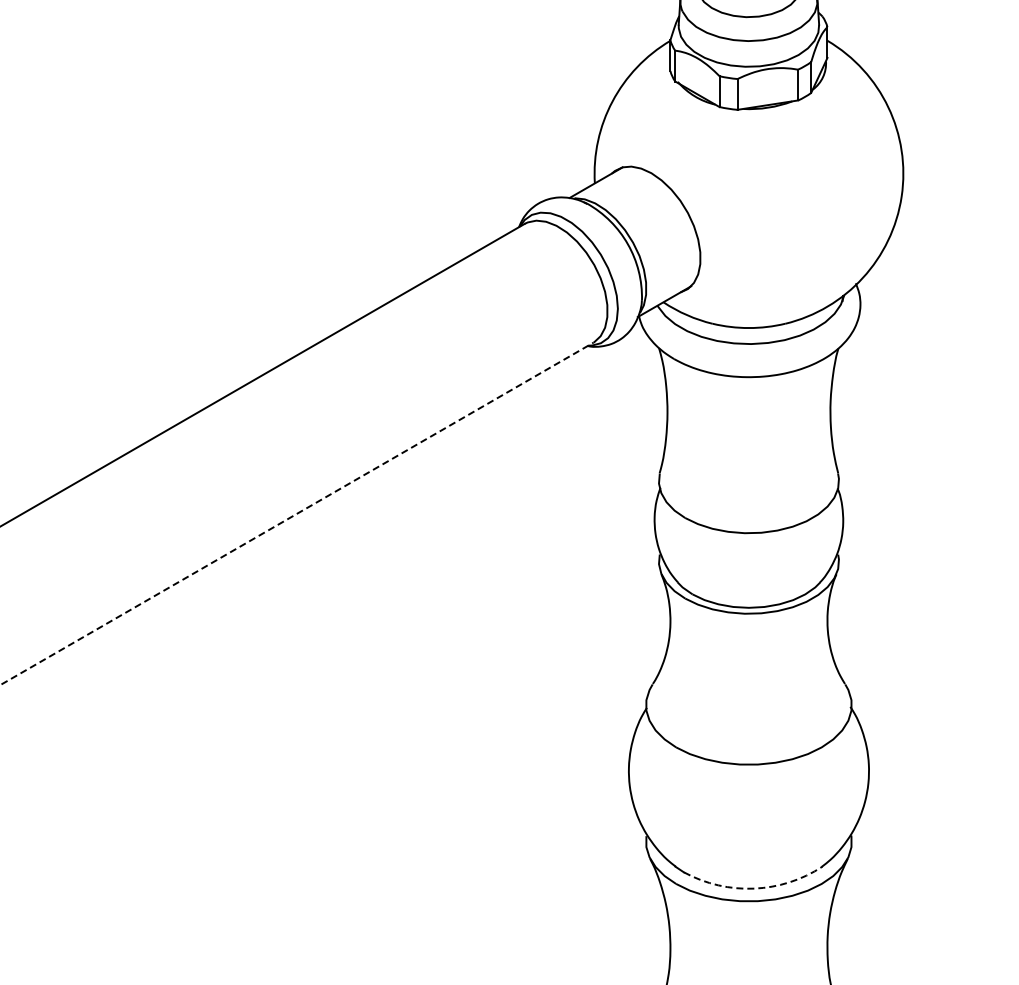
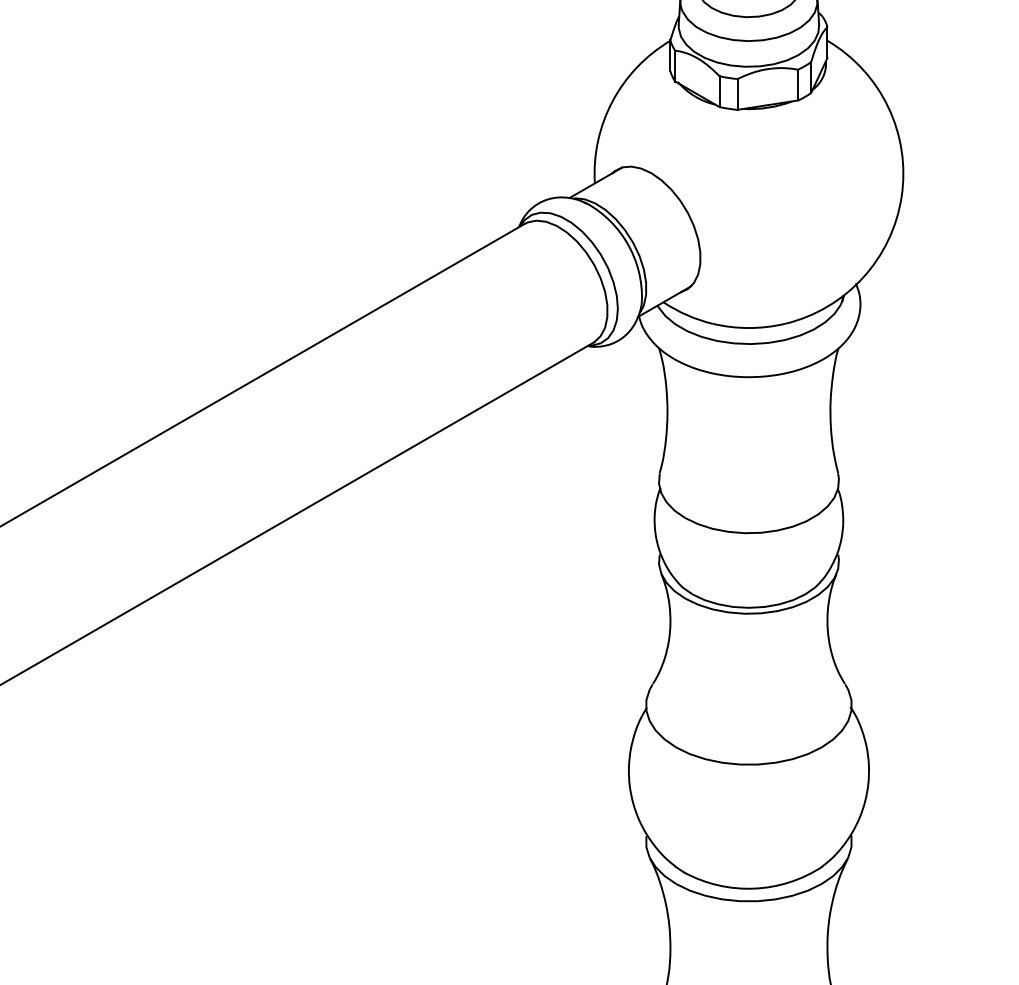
line at (297, 513): dashed -> solid
arc at (754, 888): dashed -> solid
